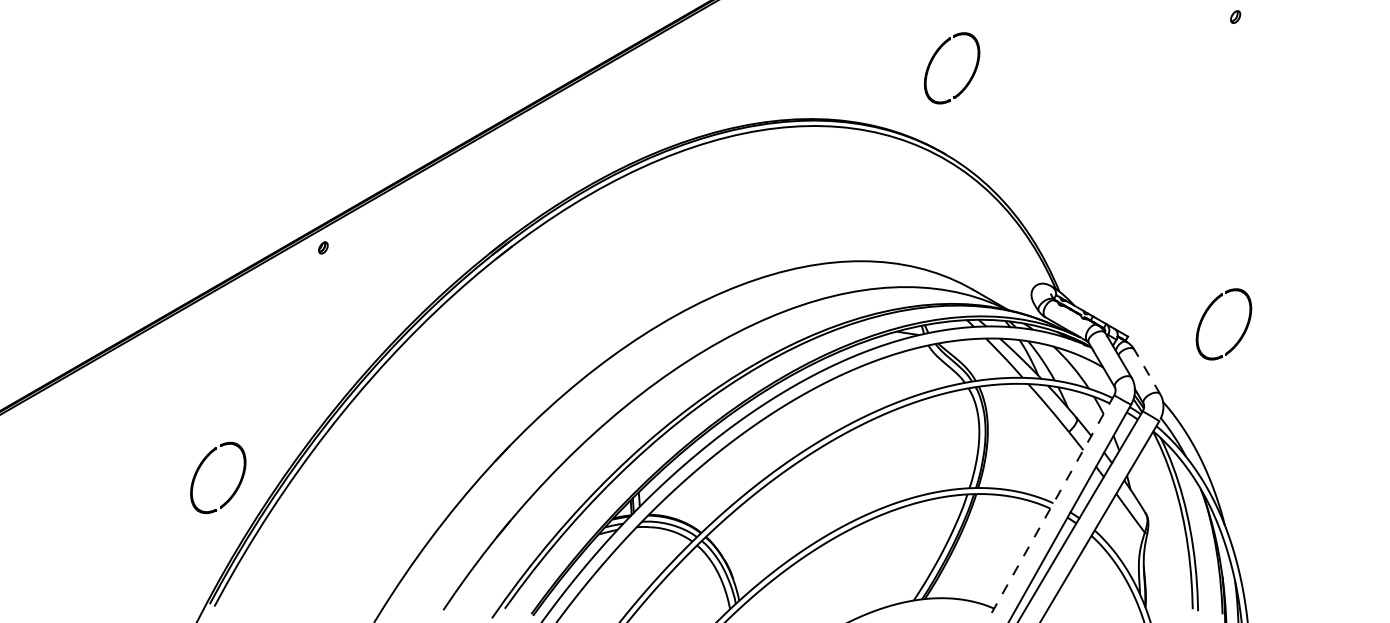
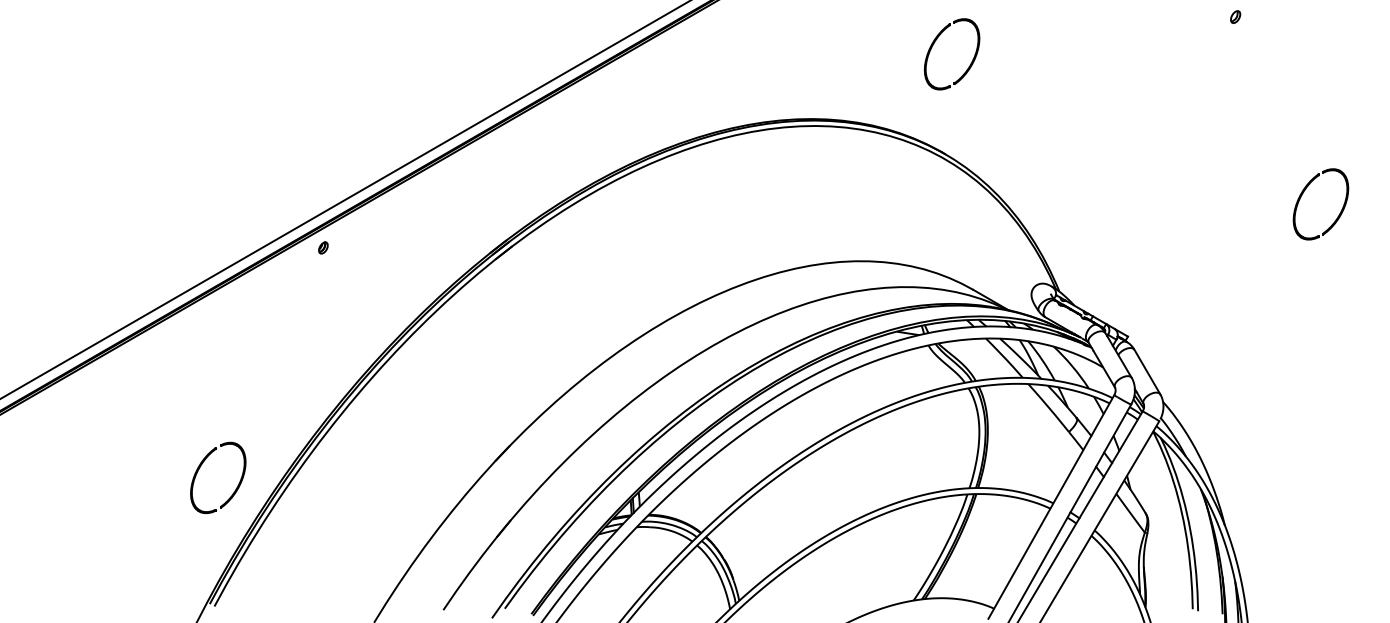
part at (935, 56) position: (935, 56) -> (935, 42)
line at (344, 199): none -> present
part at (1207, 312) position: (1207, 312) -> (1304, 192)
line at (1147, 372): dashed -> solid
line at (1051, 507): dashed -> solid
